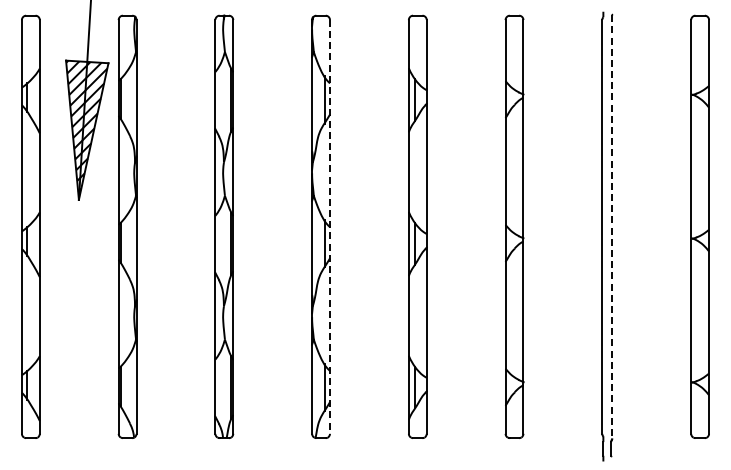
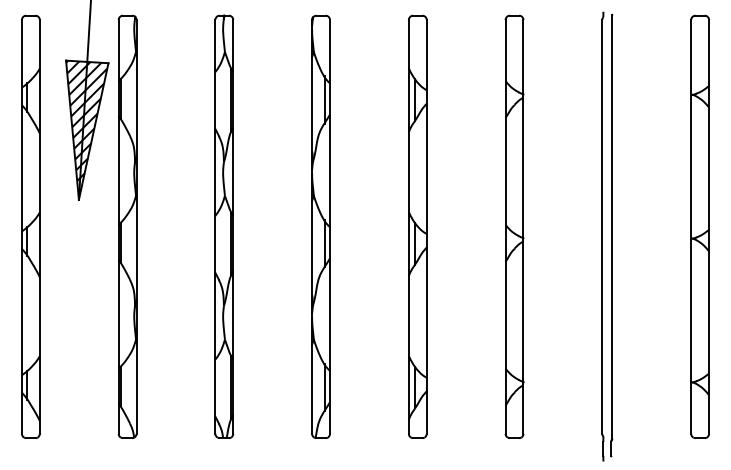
line at (330, 226): dashed -> solid
line at (612, 226): dashed -> solid
